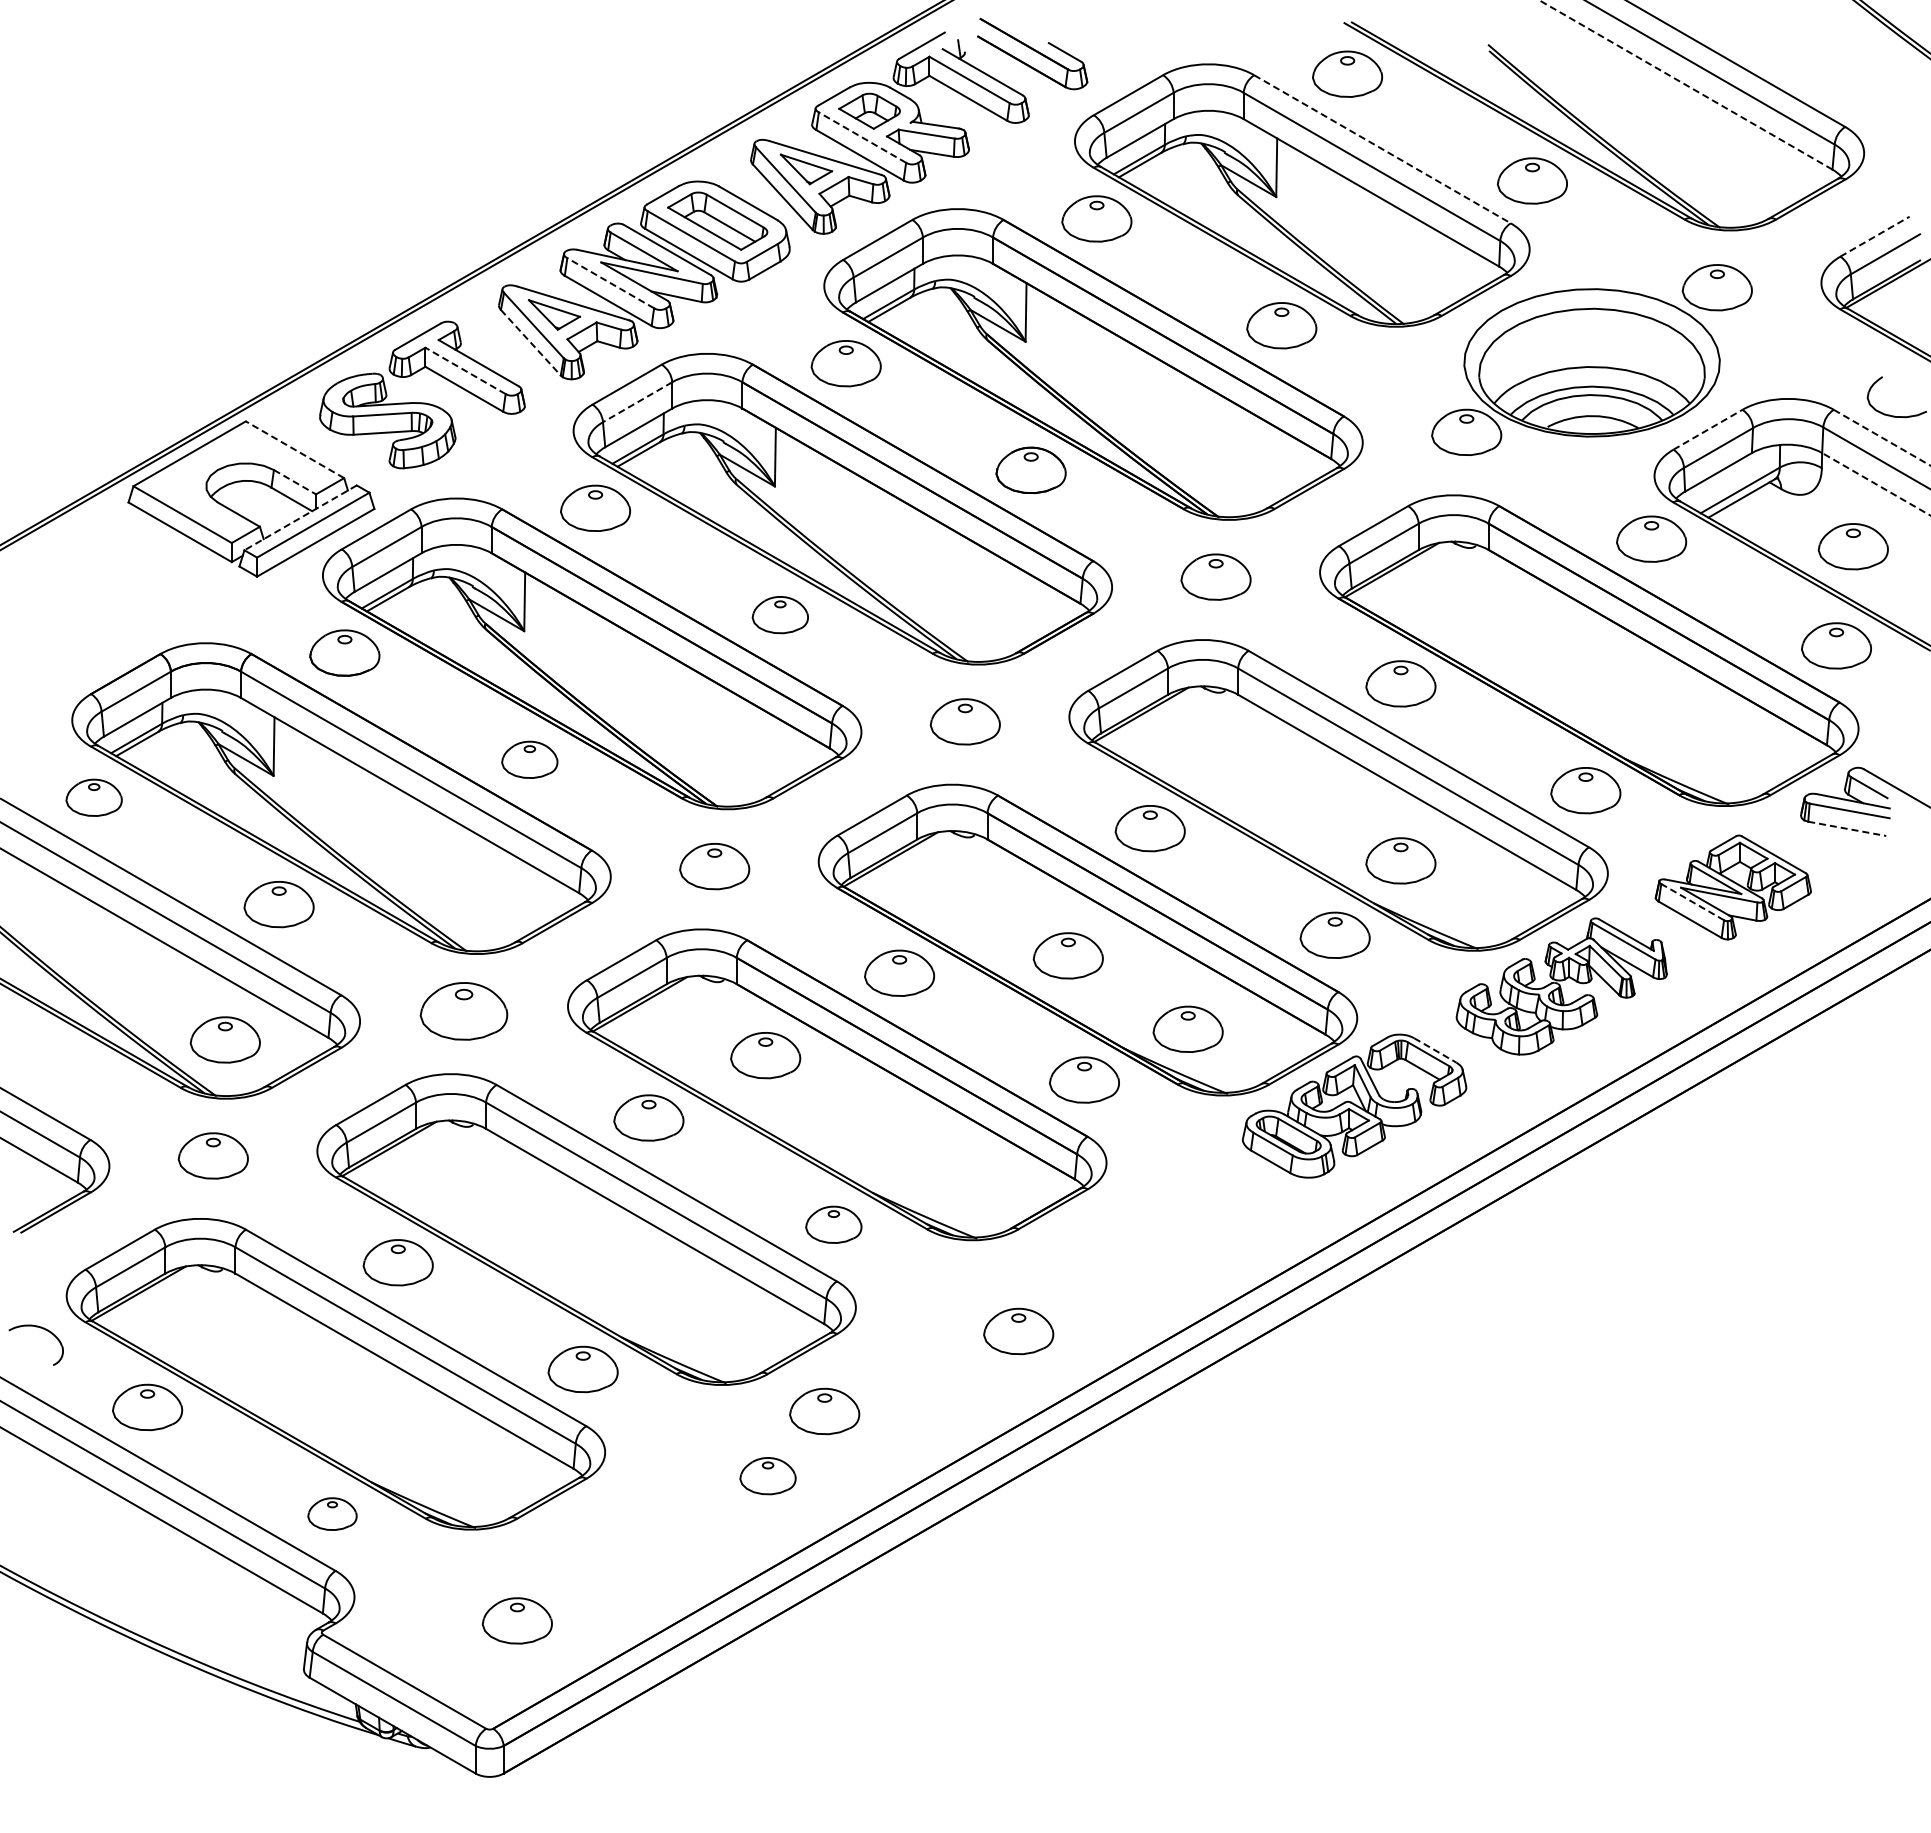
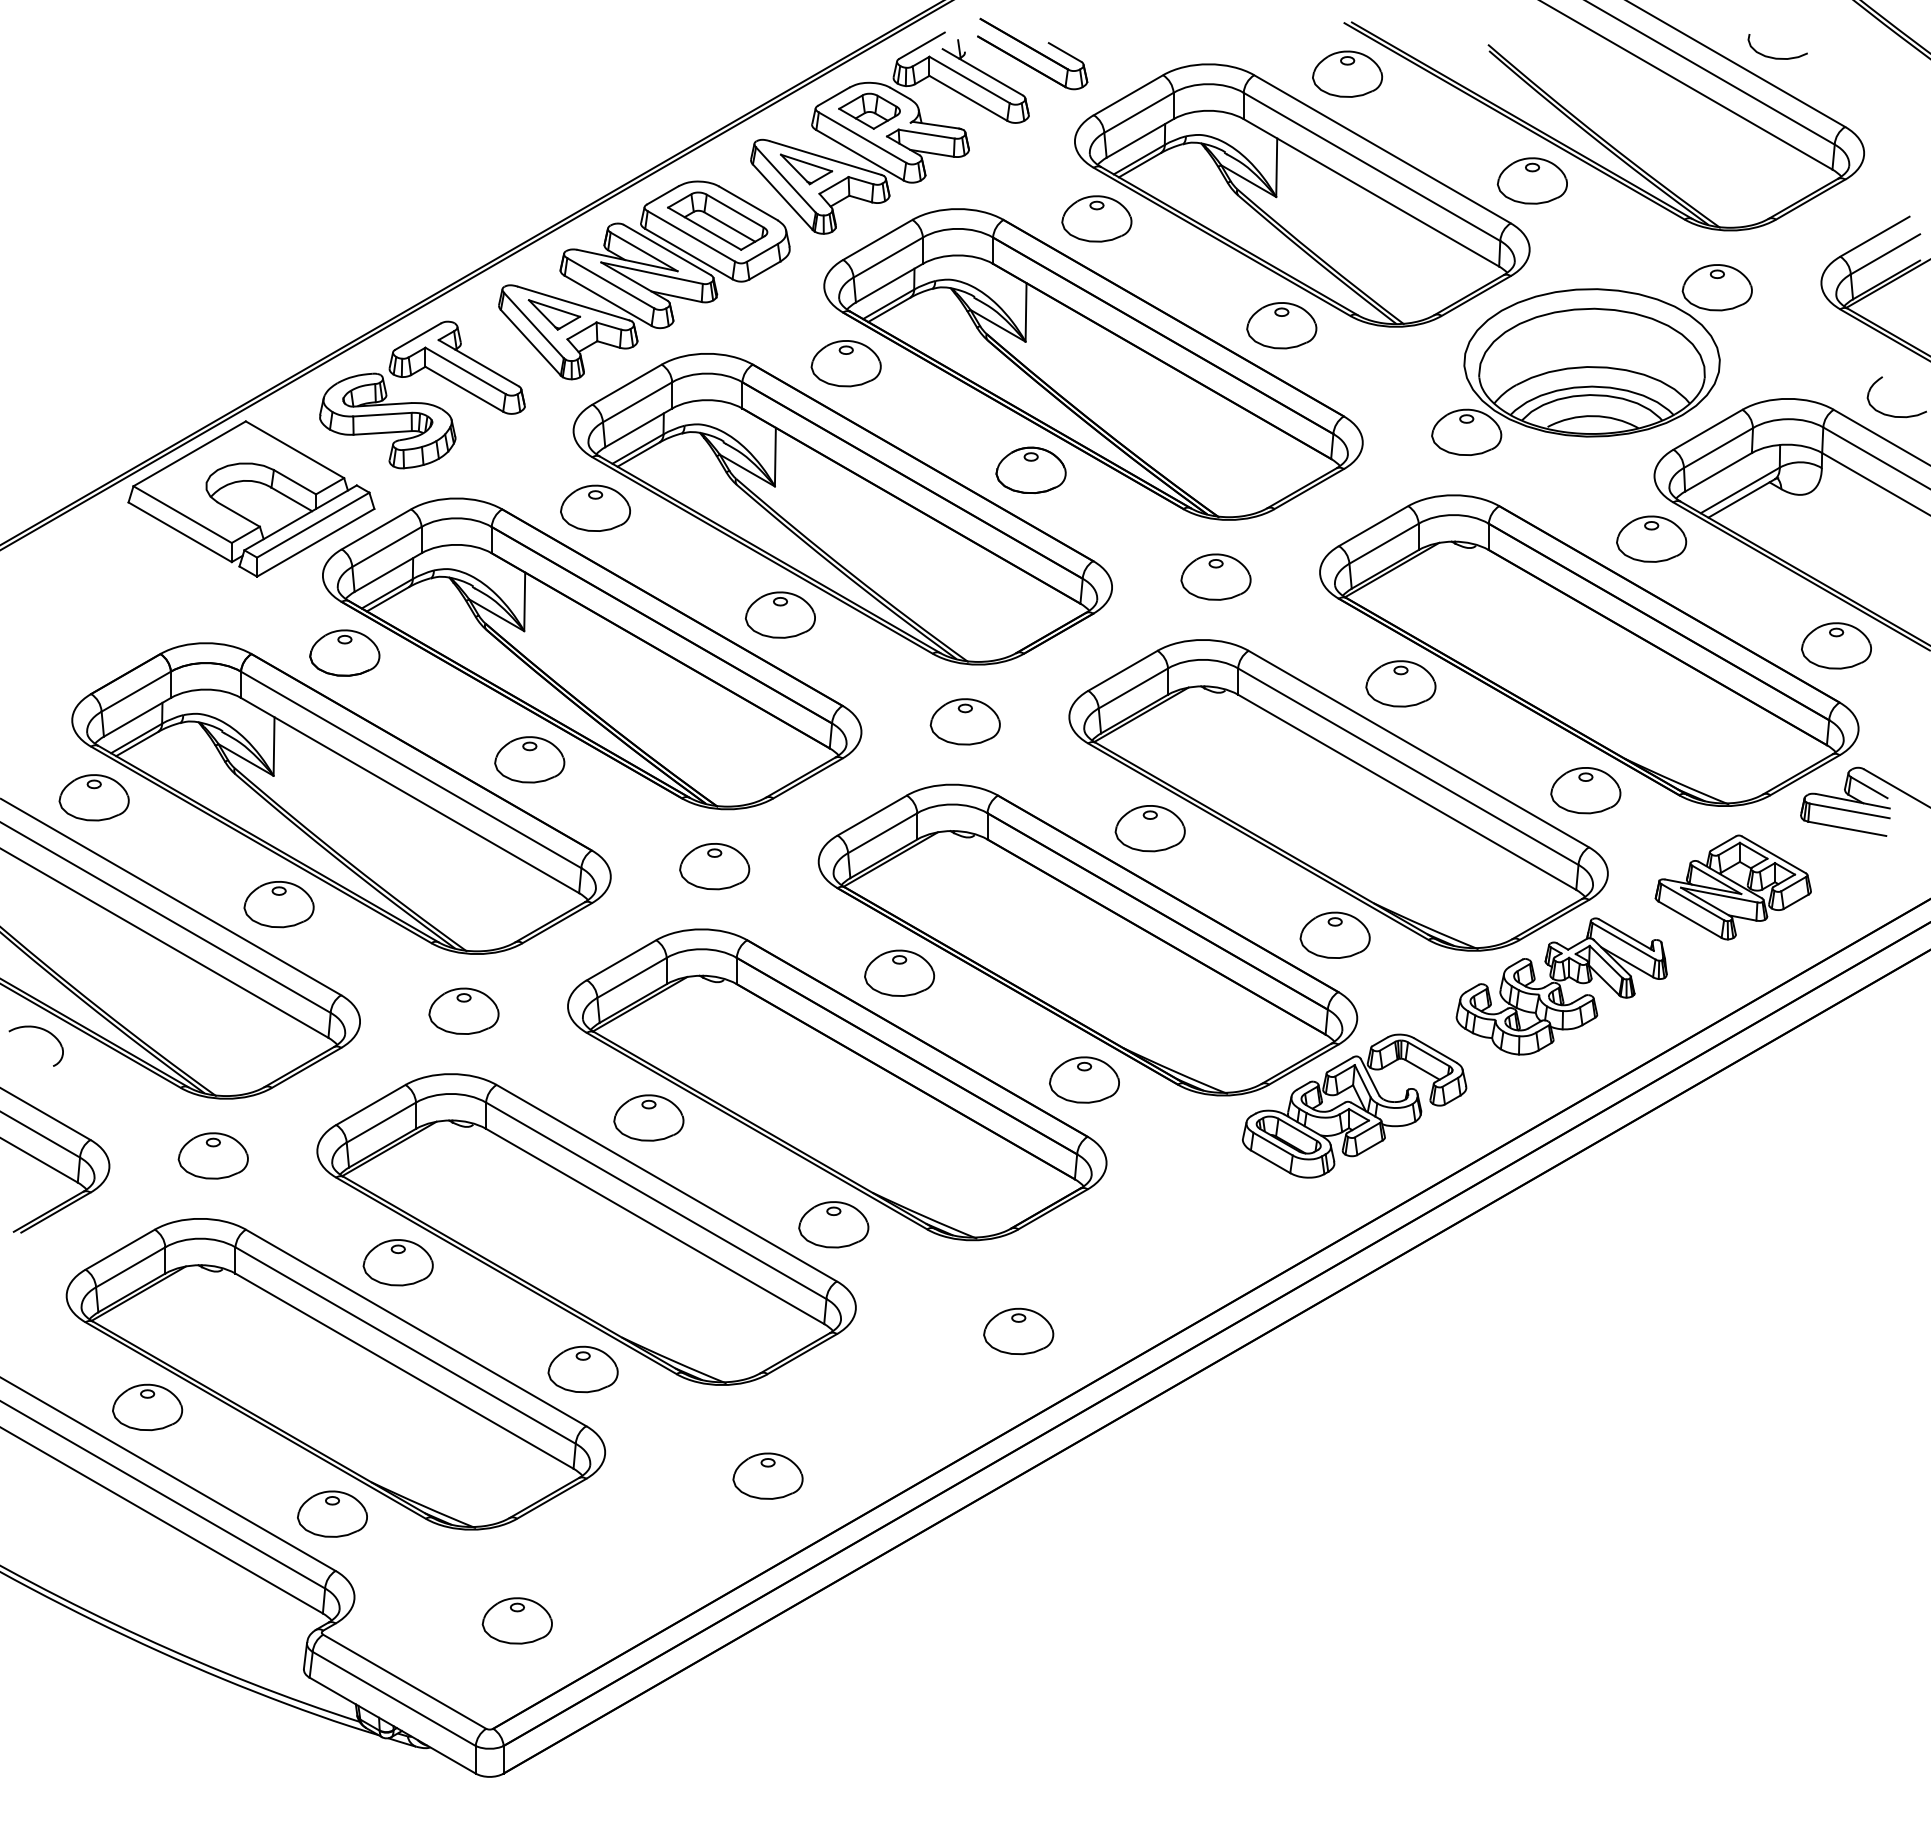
curve at (1777, 57): none -> present
line at (1685, 84): dashed -> solid
line at (862, 137): dashed -> solid
line at (1383, 149): dashed -> solid
line at (1875, 236): dashed -> solid
line at (610, 282): dashed -> solid
line at (531, 343): dashed -> solid
line at (465, 370): dashed -> solid
line at (637, 402): dashed -> solid
line at (1707, 429): dashed -> solid
line at (1882, 437): dashed -> solid
line at (295, 449): dashed -> solid
line at (295, 482): dashed -> solid
line at (1875, 484): dashed -> solid
line at (300, 517): dashed -> solid
part at (1852, 546): present -> none
part at (779, 615) size: 58x39 px -> 72x48 px
part at (529, 759) size: 58x39 px -> 72x48 px
part at (93, 797) size: 58x39 px -> 72x48 px
line at (1847, 828): dashed -> solid
part at (1400, 860): present -> none
line at (1692, 901): dashed -> solid
part at (1067, 955): present -> none
part at (463, 1011) size: 90x59 px -> 72x48 px
part at (1187, 1028): present -> none
part at (224, 1039): present -> none
line at (1435, 1050): dashed -> solid
part at (765, 1055): present -> none
part at (833, 1224) size: 58x39 px -> 72x48 px
part at (40, 1328) position: (40, 1328) -> (40, 1029)
part at (824, 1411): present -> none
part at (767, 1476) size: 58x39 px -> 72x48 px
part at (332, 1513) size: 51x34 px -> 71x48 px
